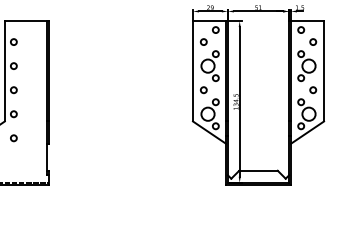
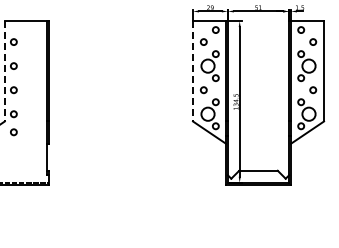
line at (4, 71): solid -> dashed
line at (193, 71): solid -> dashed
circle at (13, 138) position: (13, 138) -> (13, 132)
